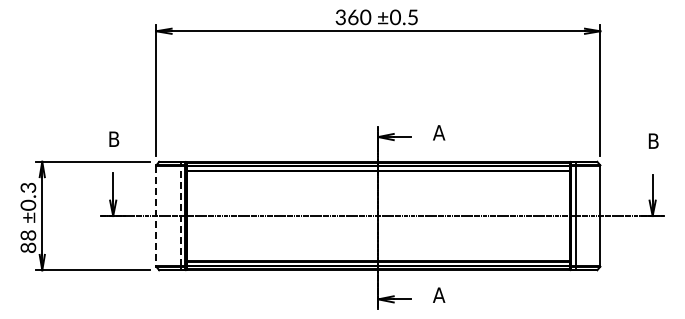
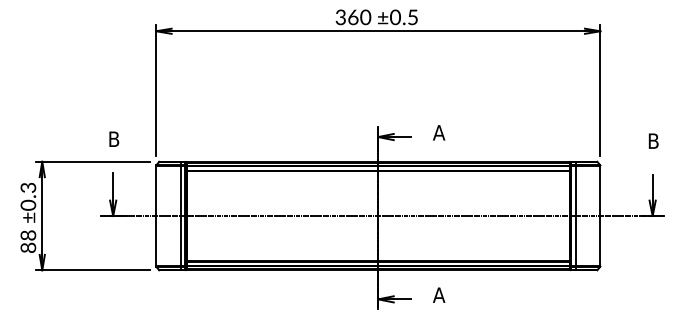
line at (180, 215): dashed -> solid
line at (156, 216): dashed -> solid
